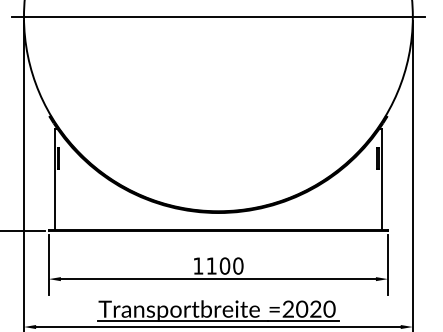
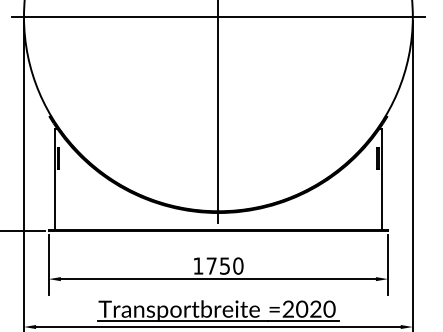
line at (218, 112): none -> present
text at (218, 265): 1100 -> 1750
